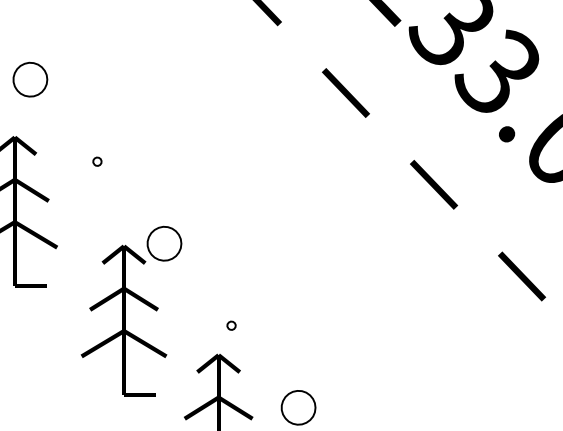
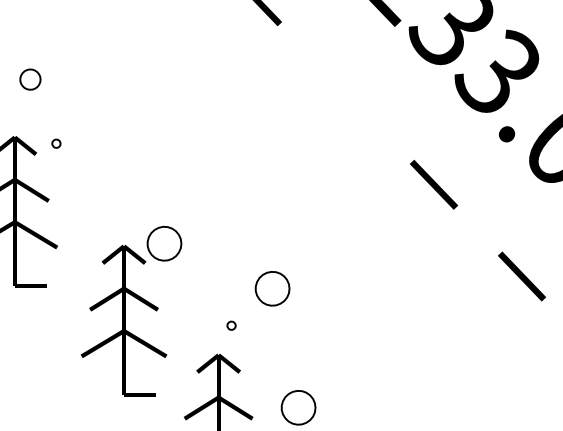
part at (30, 79) size: 37x37 px -> 23x23 px
line at (345, 92): present -> none
part at (97, 161) position: (97, 161) -> (56, 143)
part at (272, 288): none -> present
